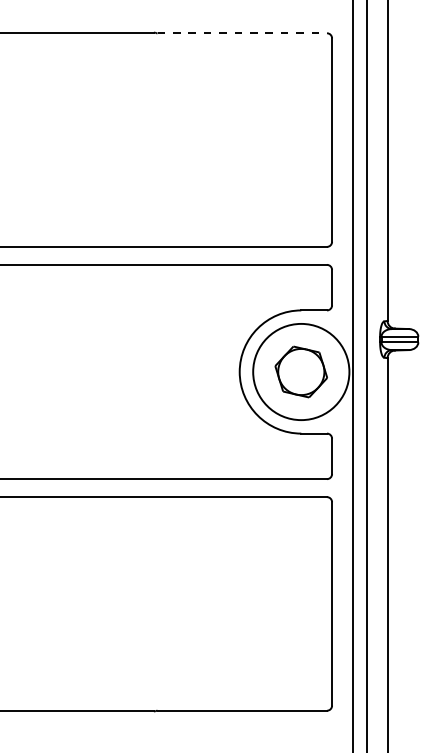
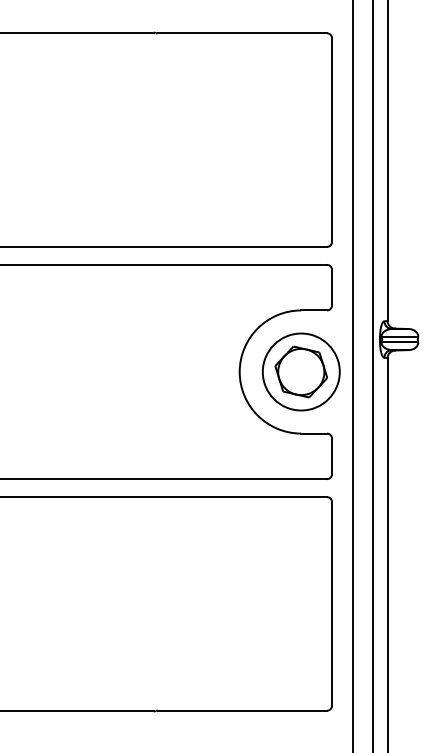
line at (242, 33): dashed -> solid
circle at (301, 371) diameter: 96 px -> 77 px
line at (367, 375) position: (367, 375) -> (373, 375)
